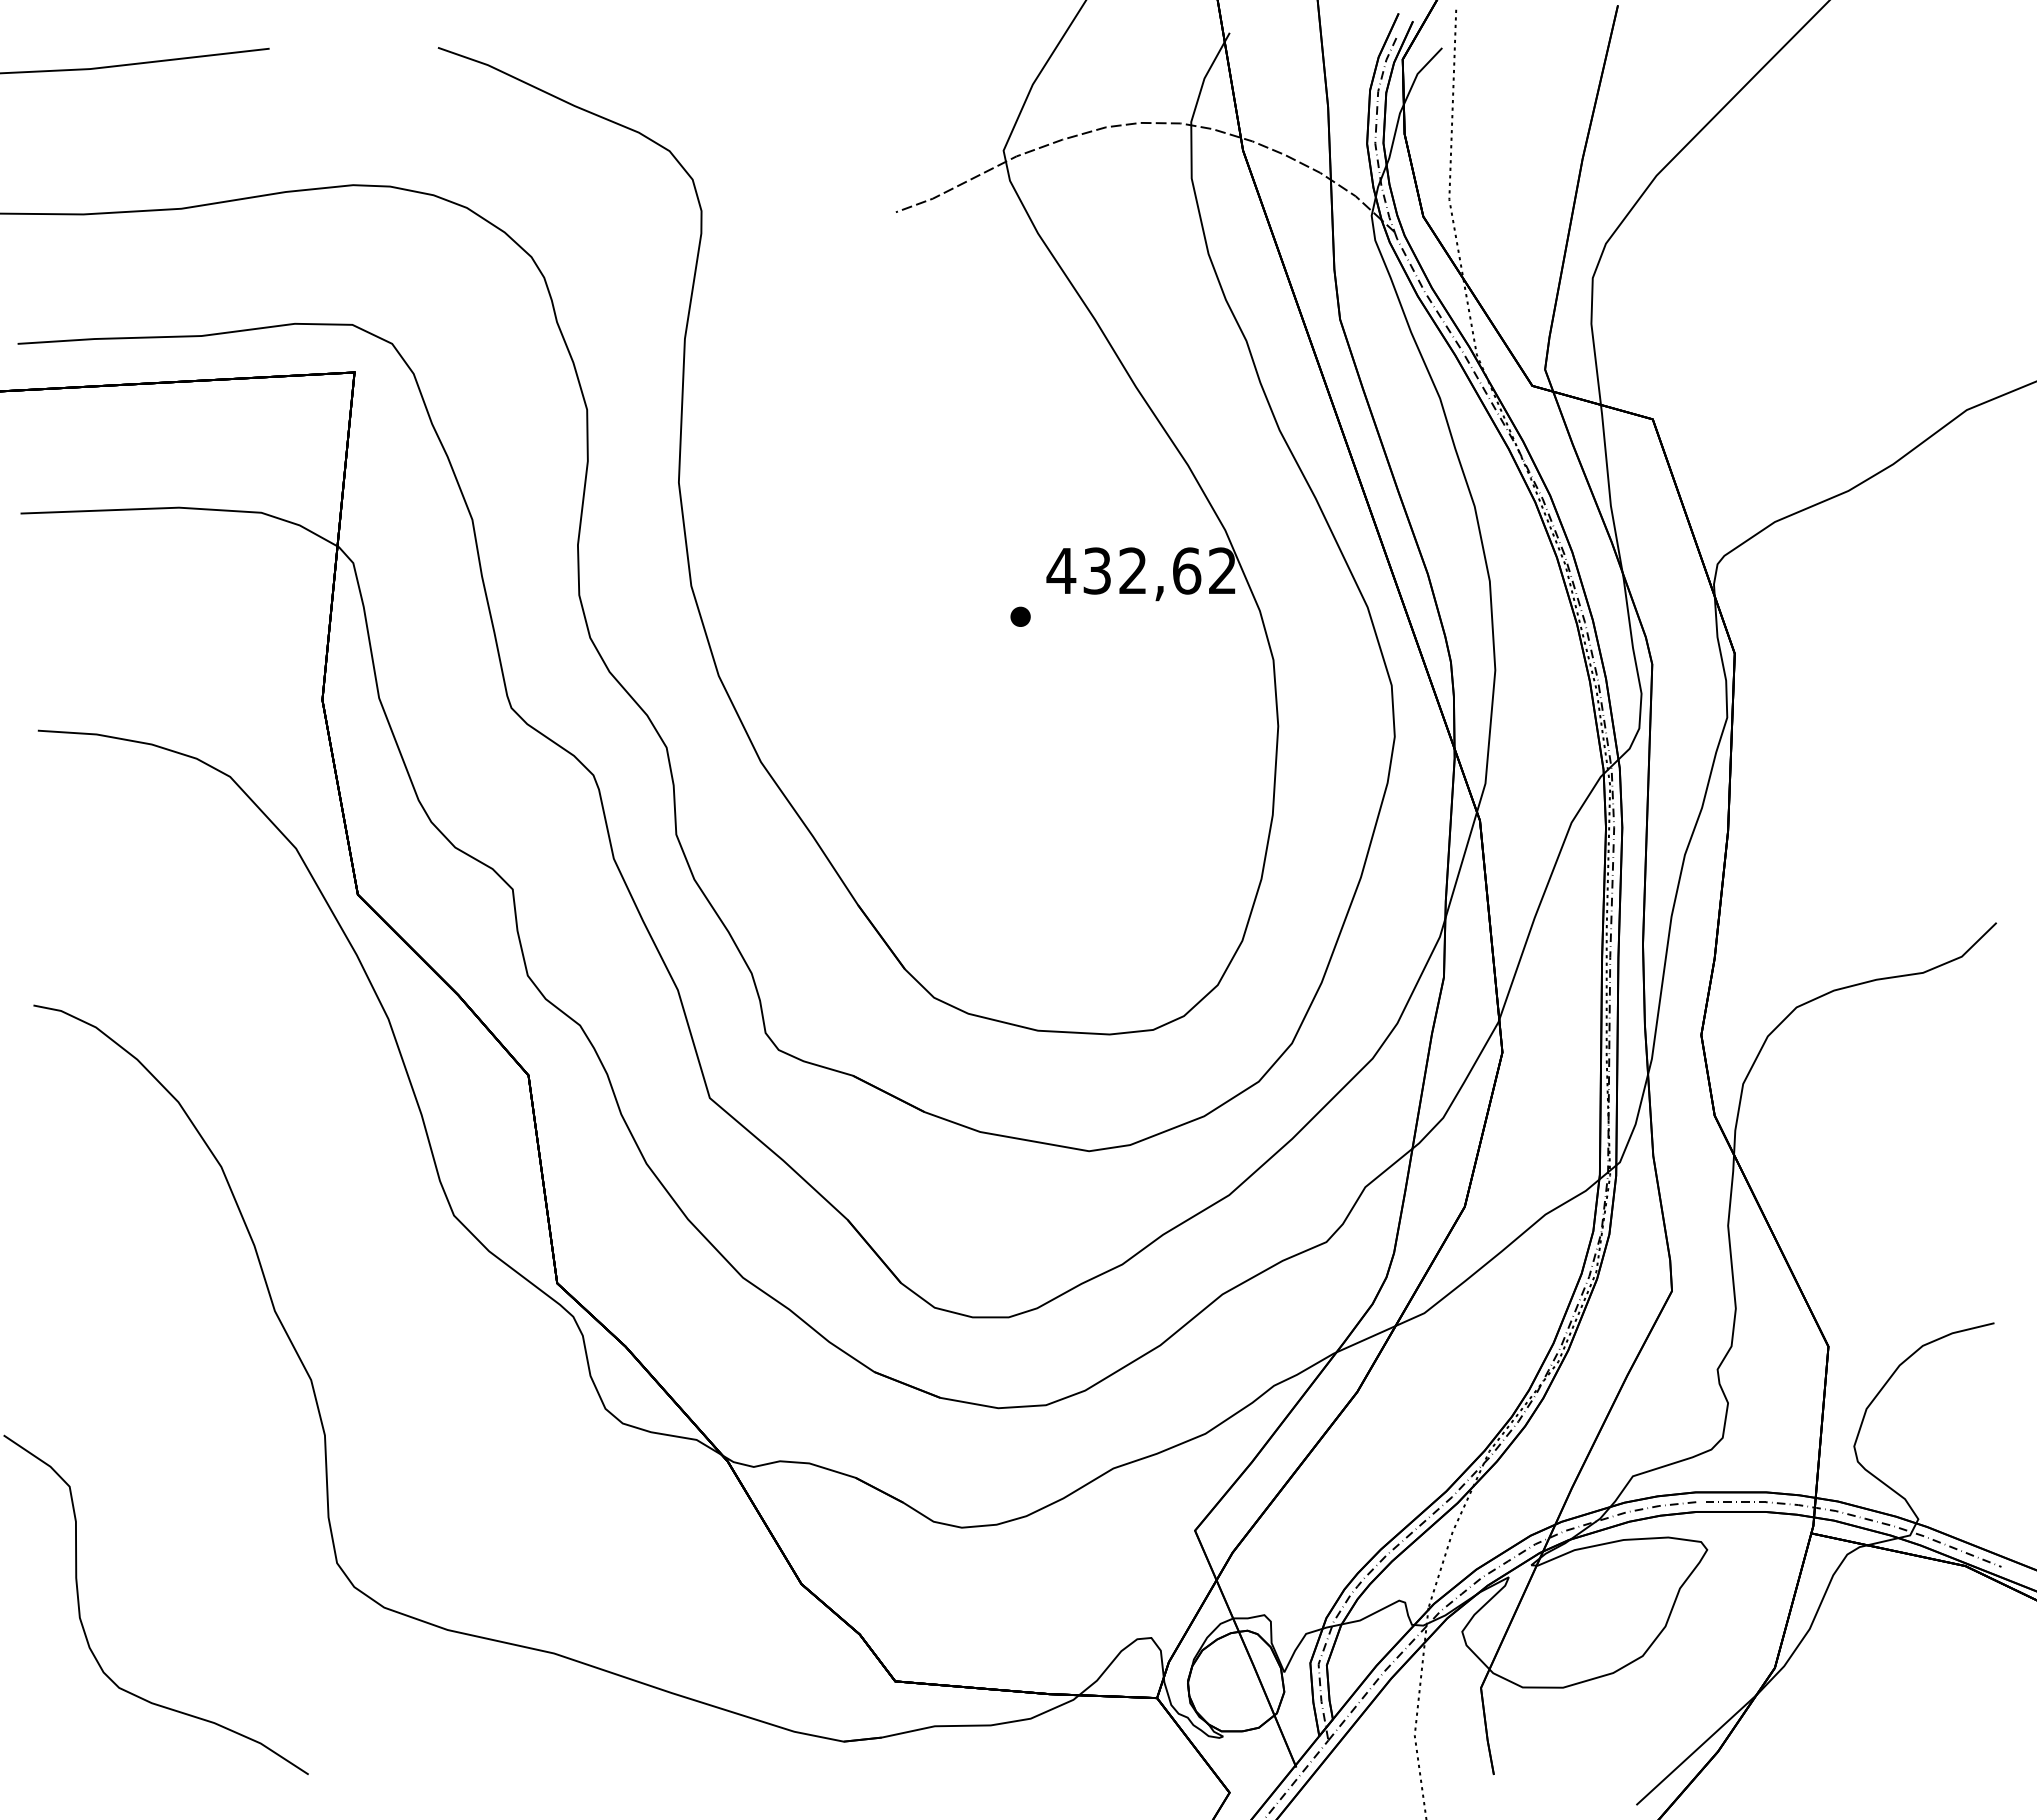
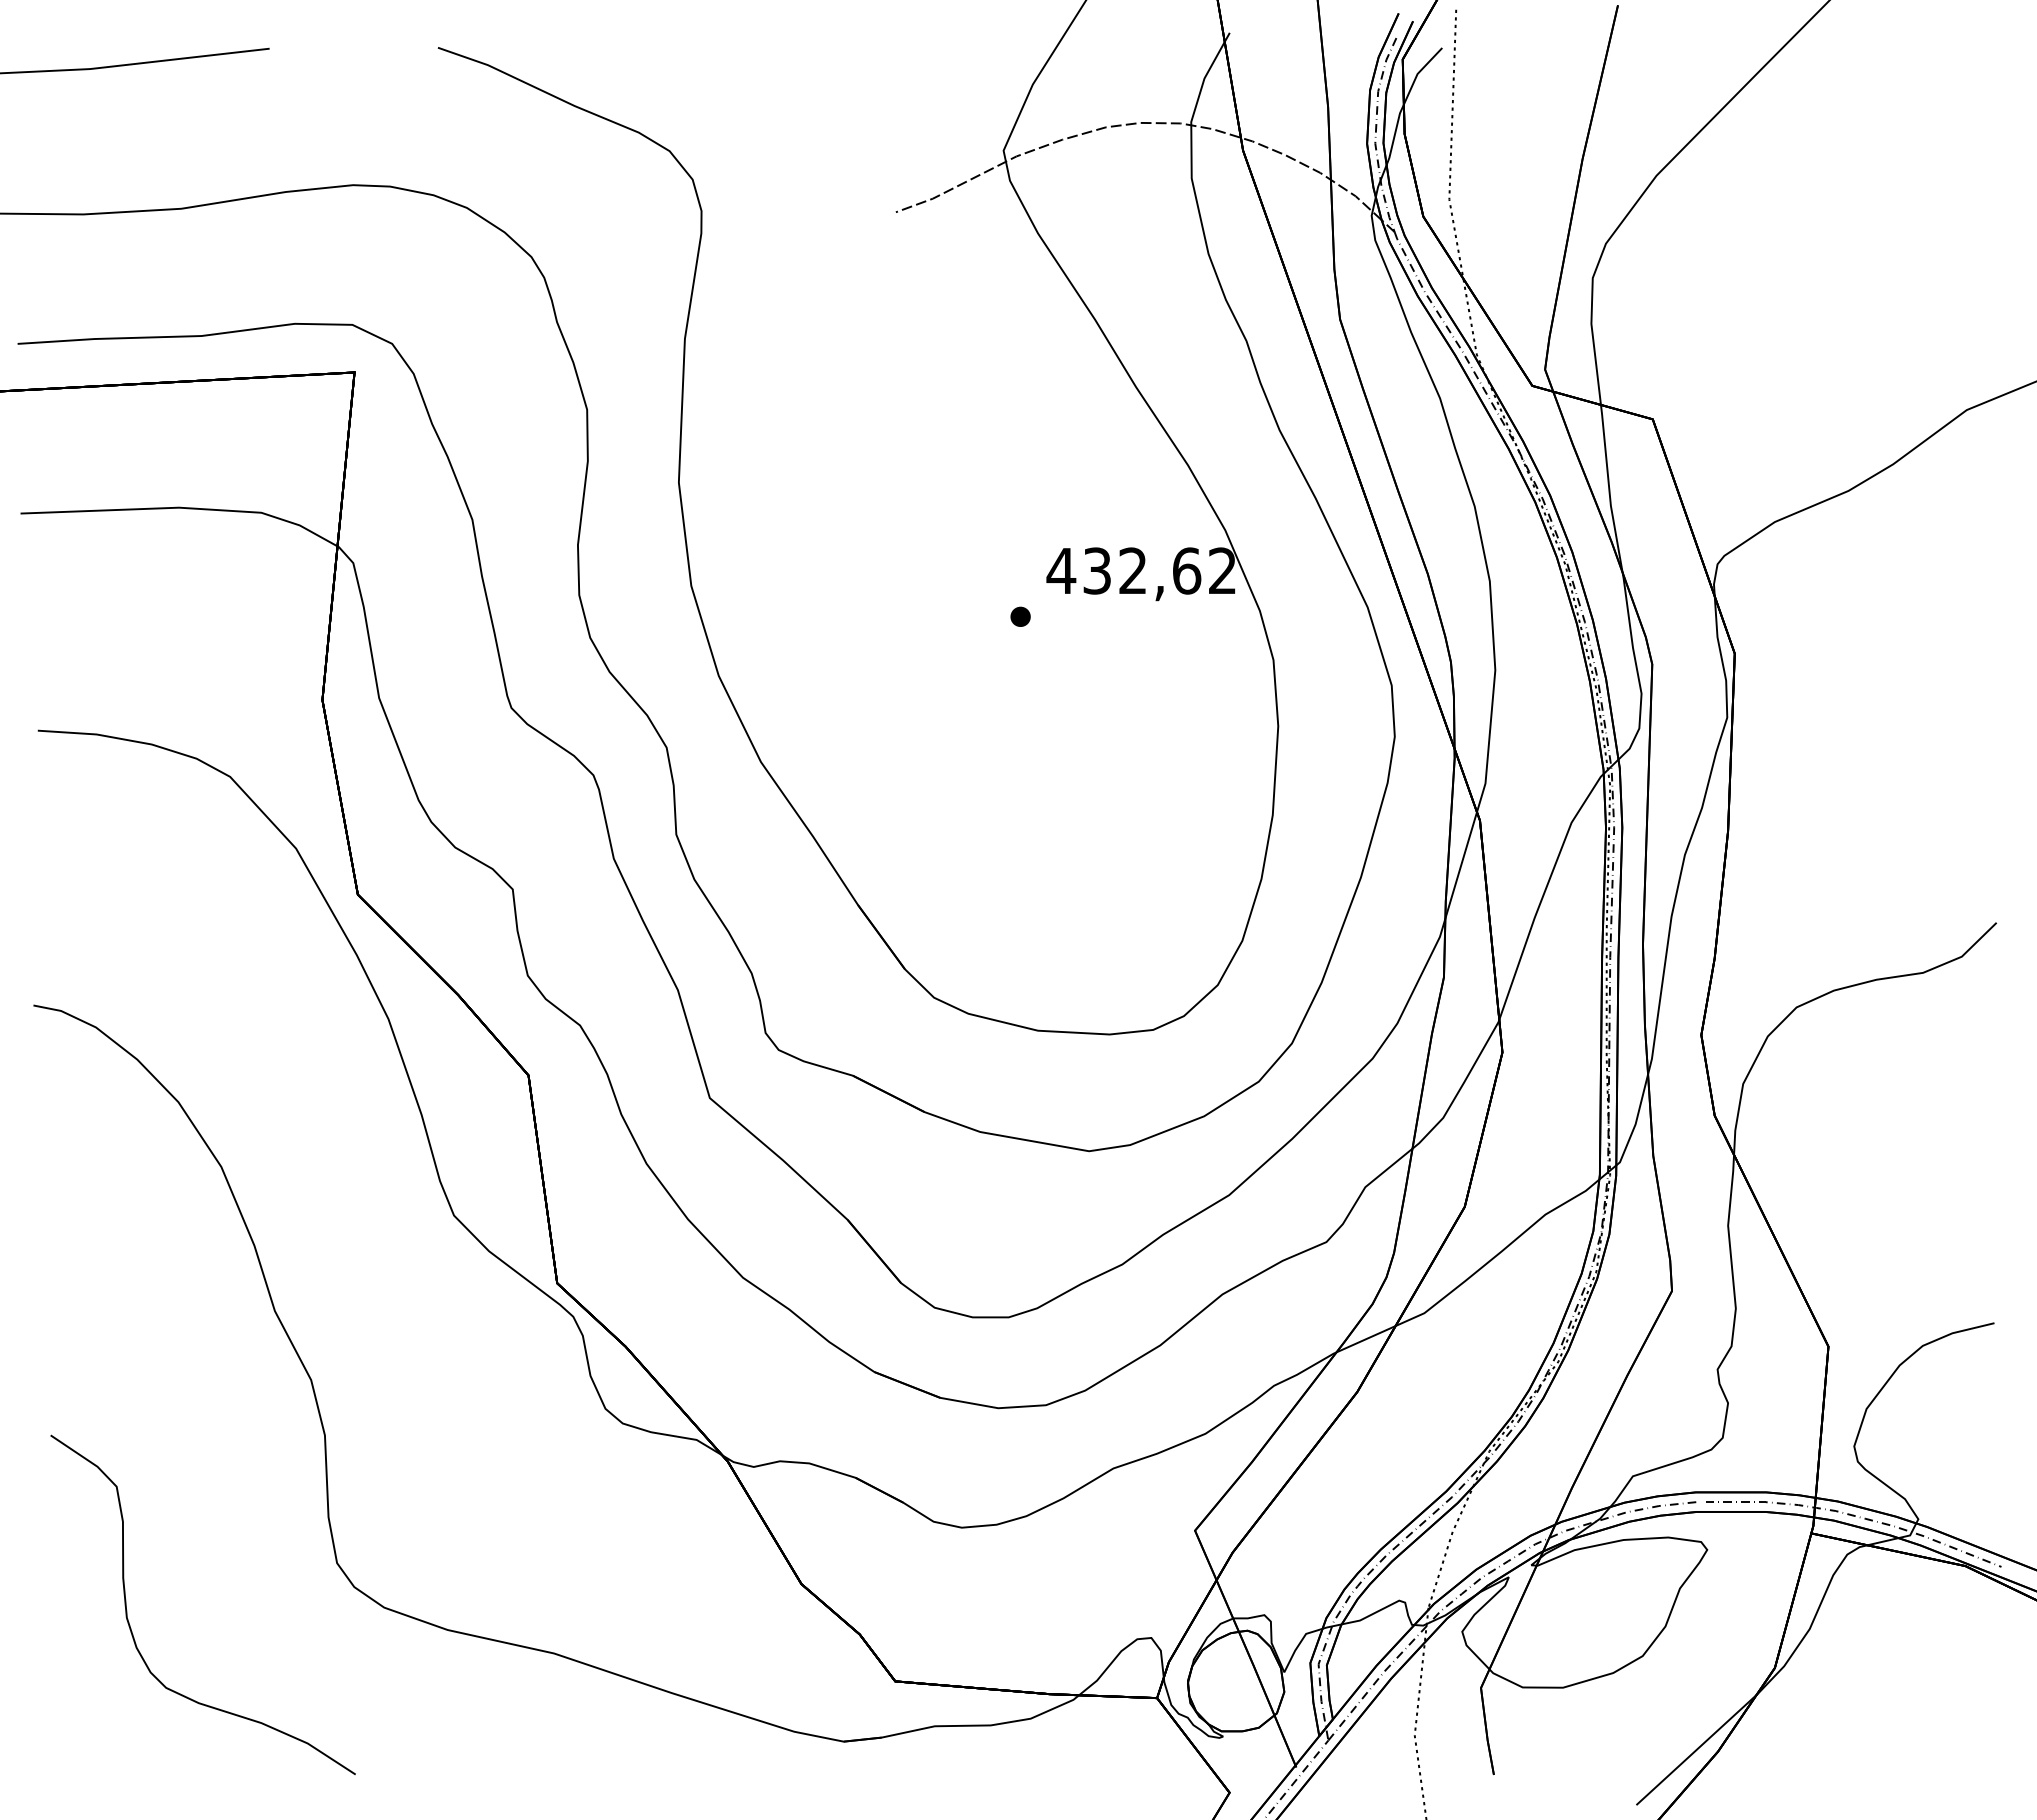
curve at (84, 1628) position: (84, 1628) -> (131, 1628)
